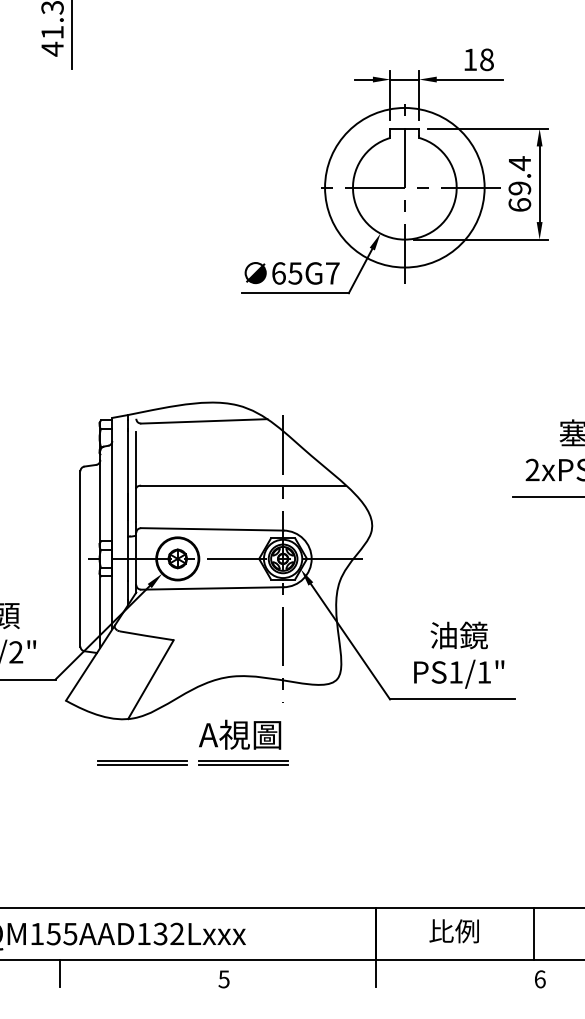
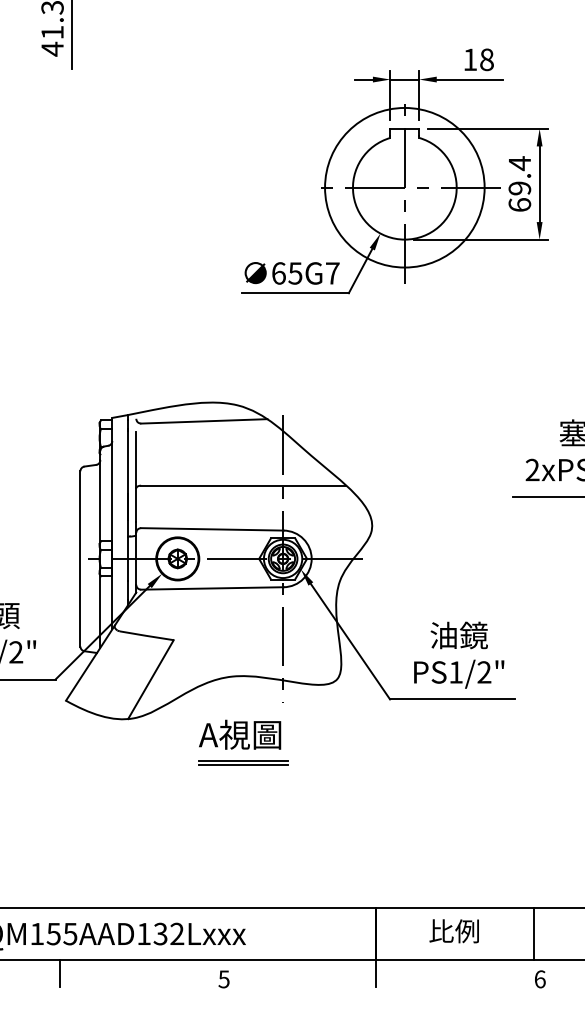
text at (484, 672): PS1/1" -> PS1/2"
part at (142, 762): present -> none
